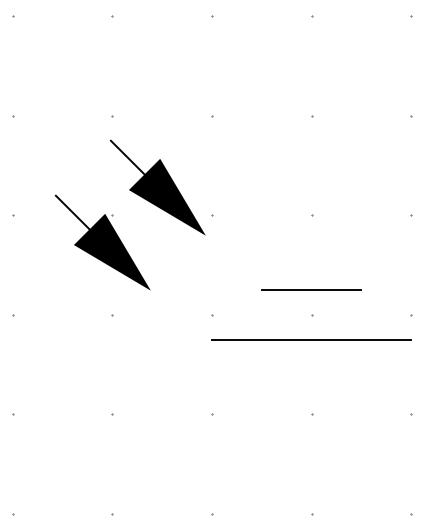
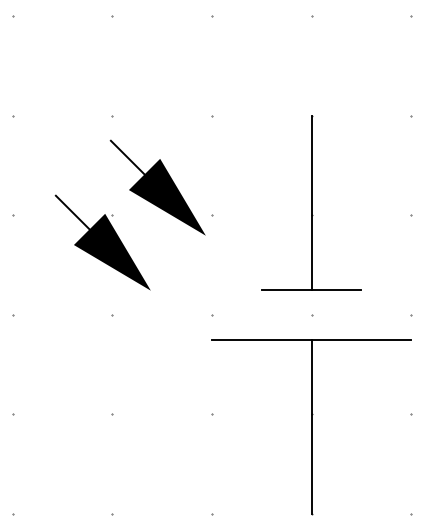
line at (311, 202): none -> present
line at (311, 426): none -> present
